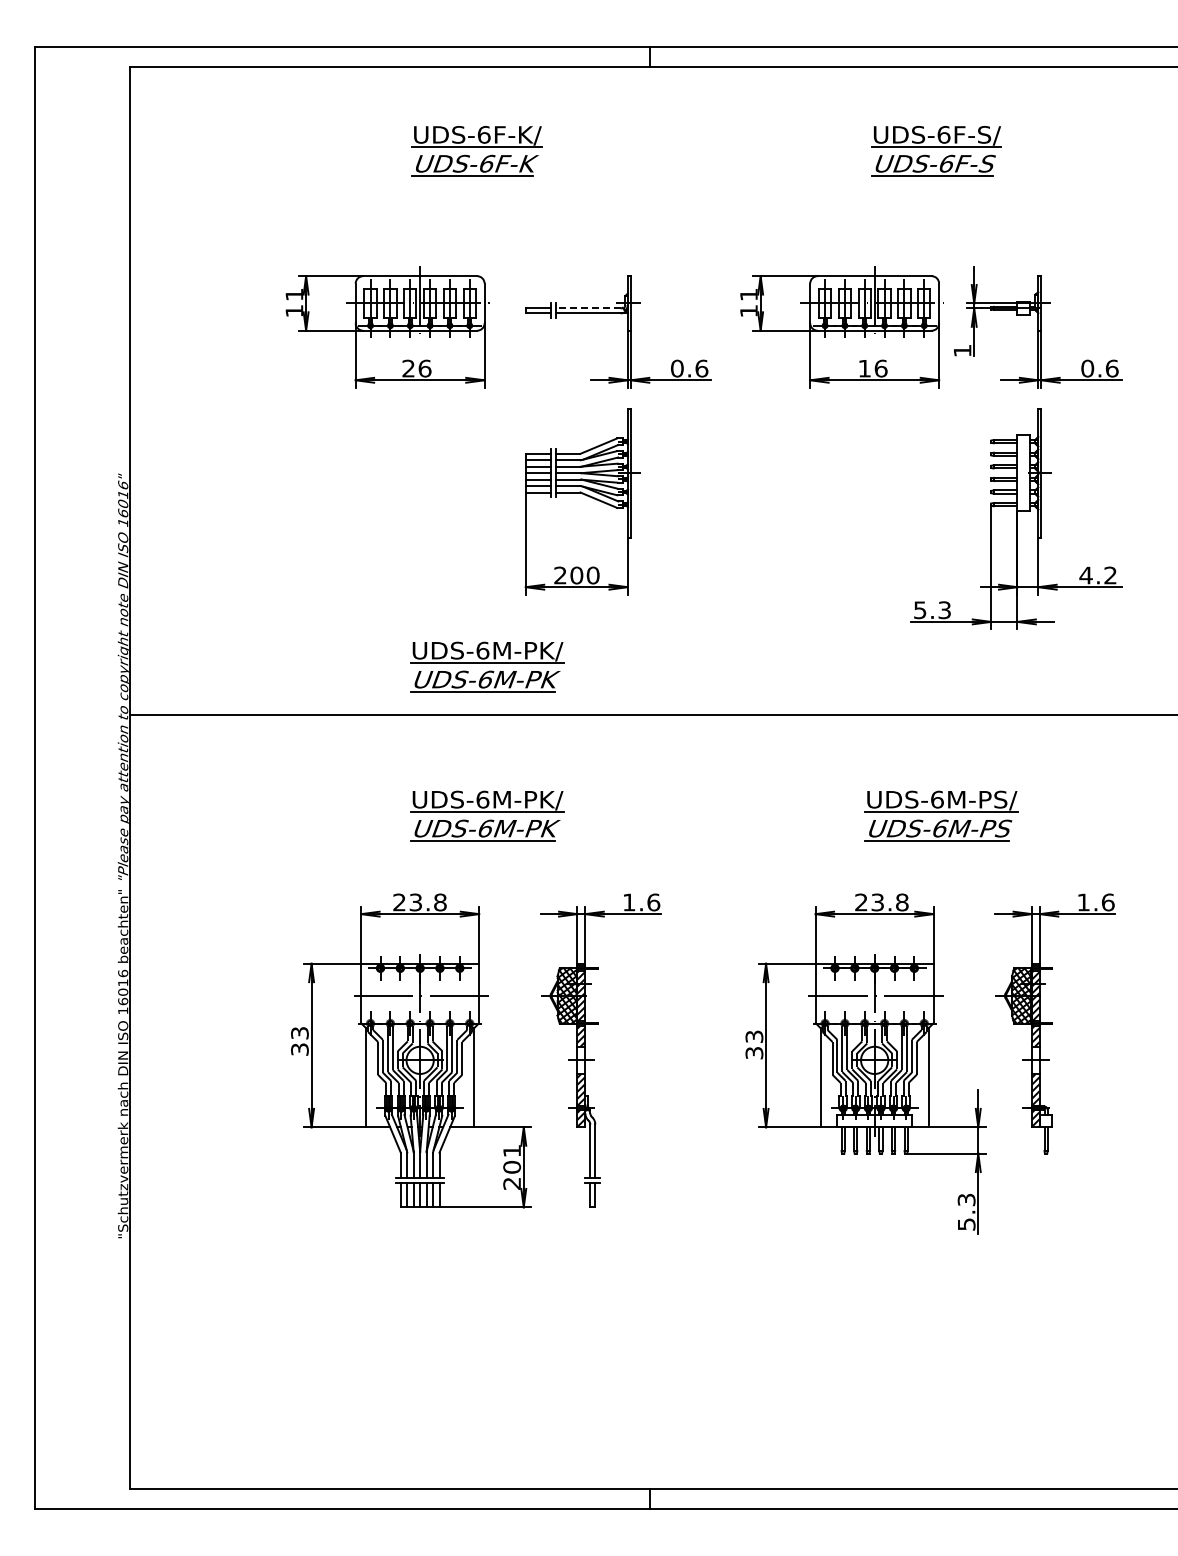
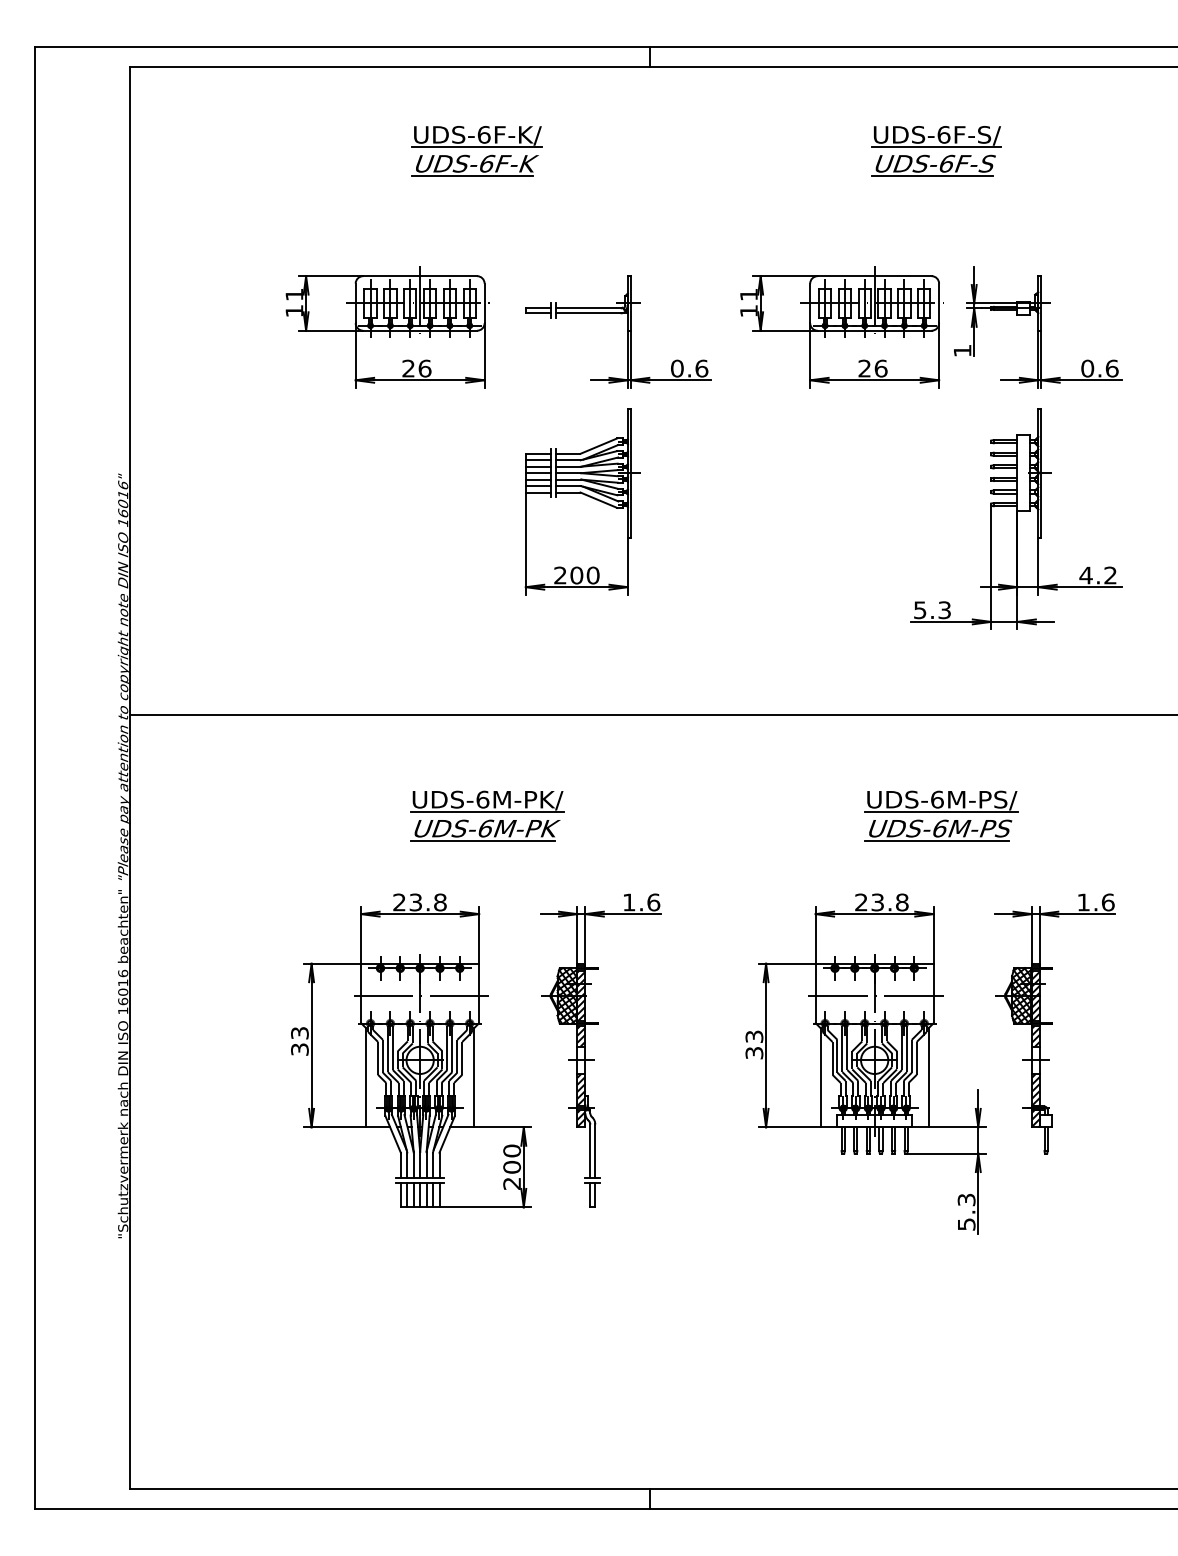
line at (588, 308): dashed -> solid
text at (864, 368): 16 -> 26
part at (487, 666): present -> none
text at (512, 1150): 201 -> 200
